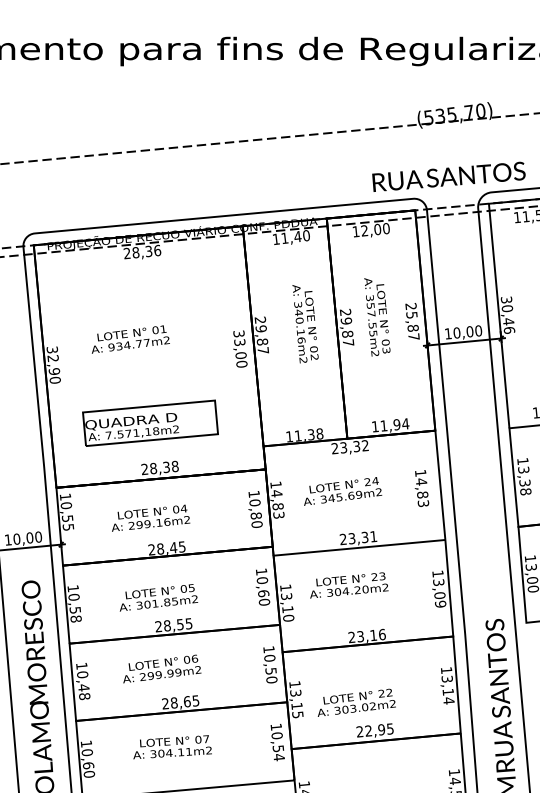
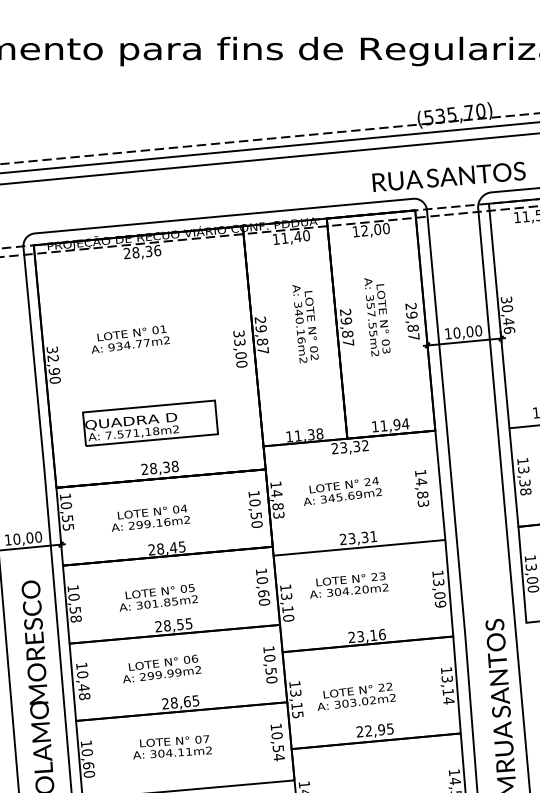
line at (269, 147): none -> present
line at (269, 158): none -> present
text at (411, 314): 25,87 -> 29,87
text at (255, 515): 10,80 -> 10,50
text at (356, 702) position: (356, 702) -> (356, 696)
